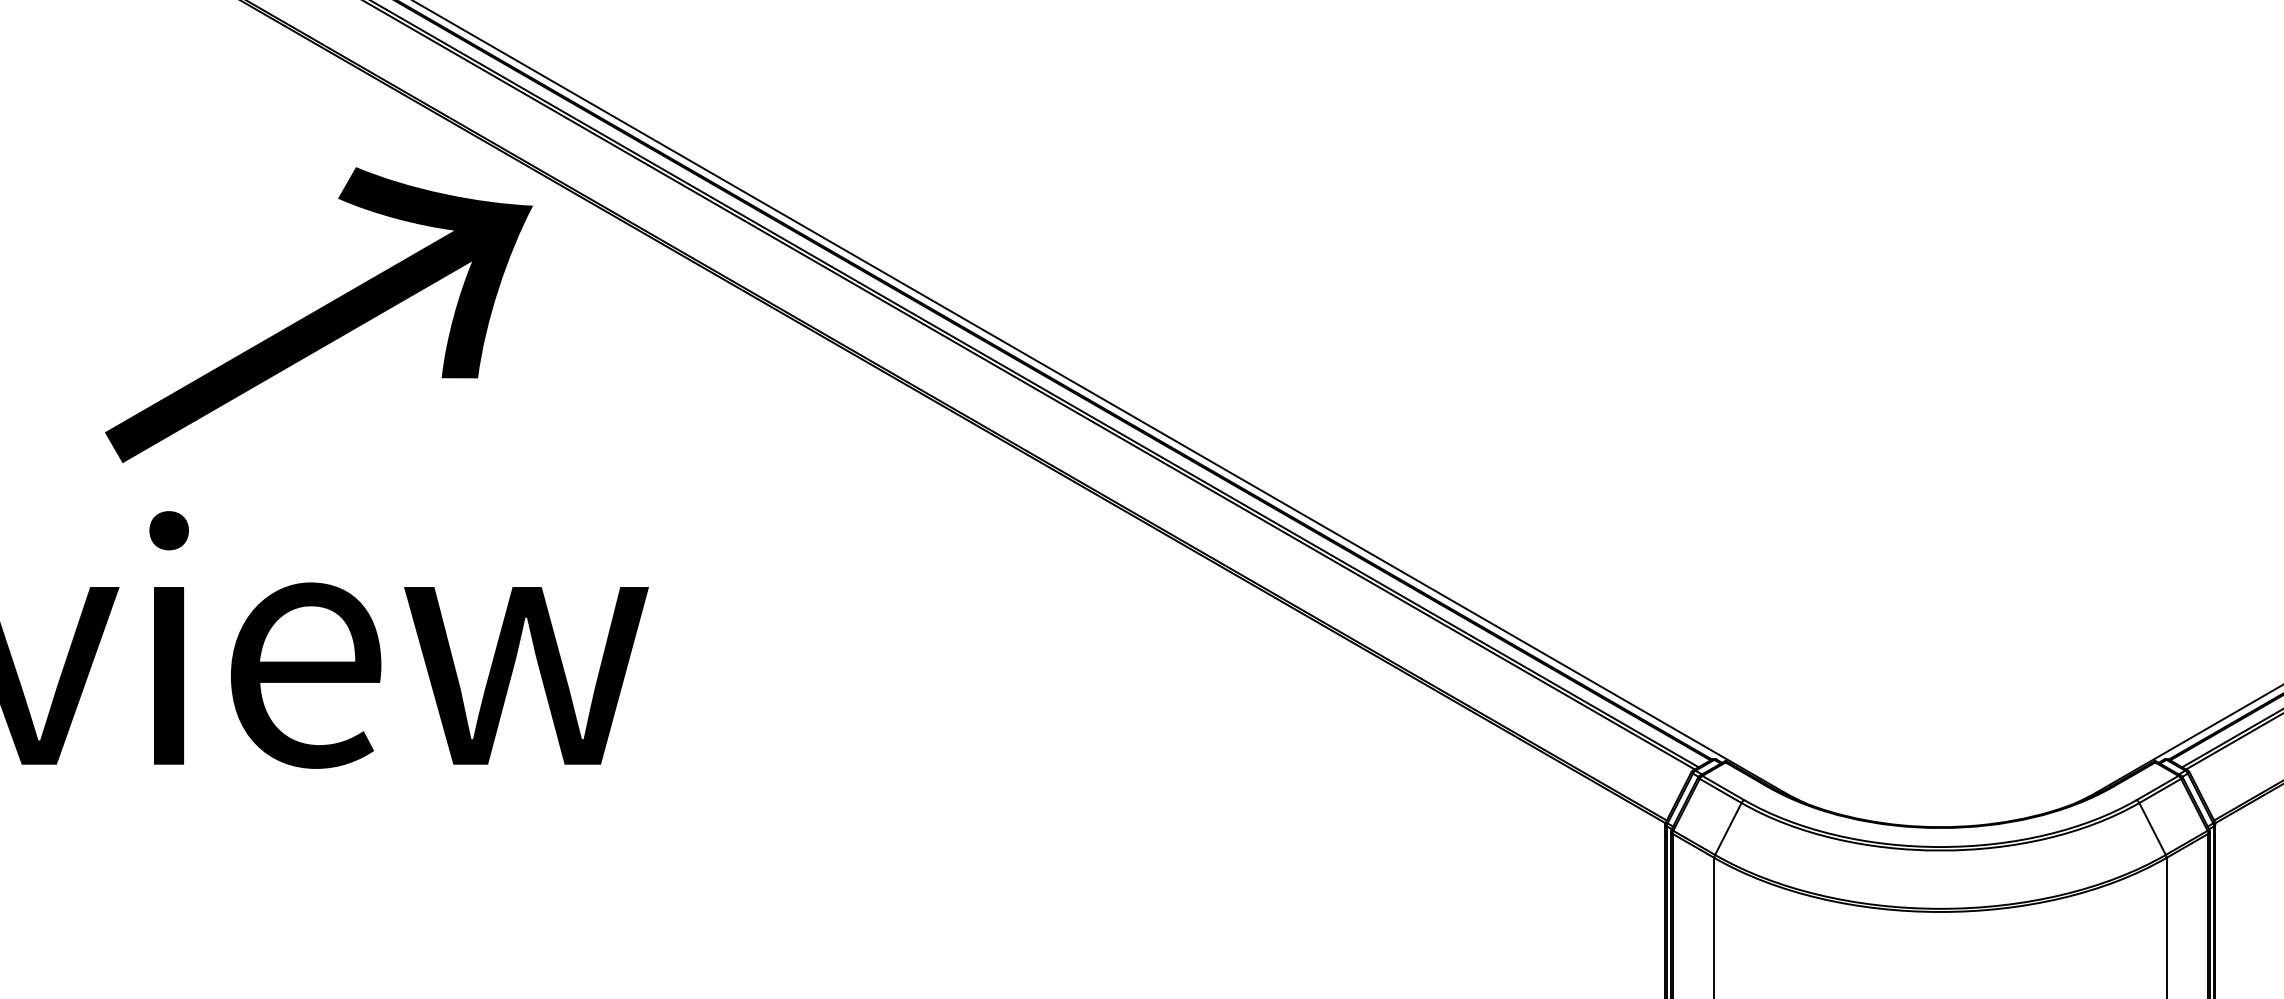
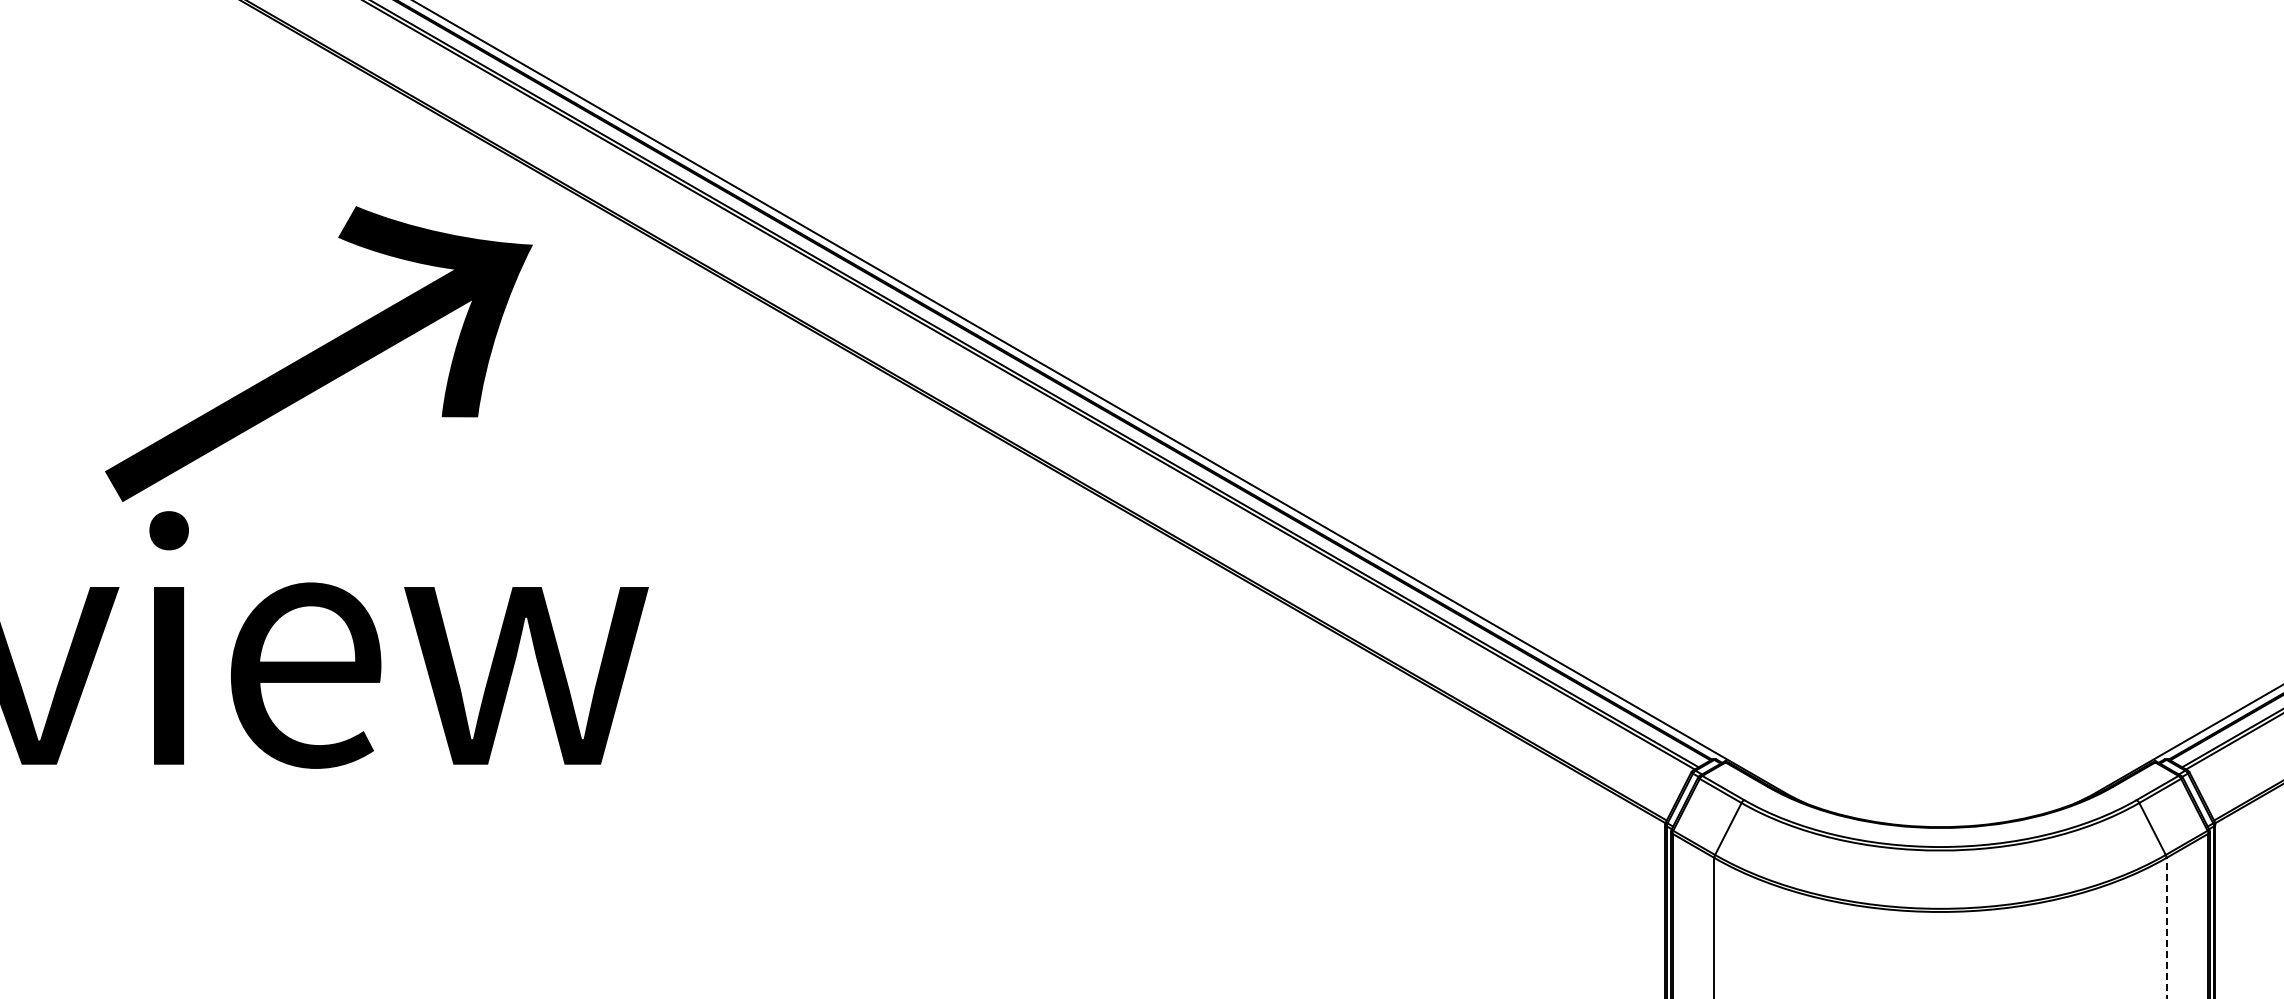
text at (318, 314) position: (318, 314) -> (318, 353)
line at (2166, 927): solid -> dashed
